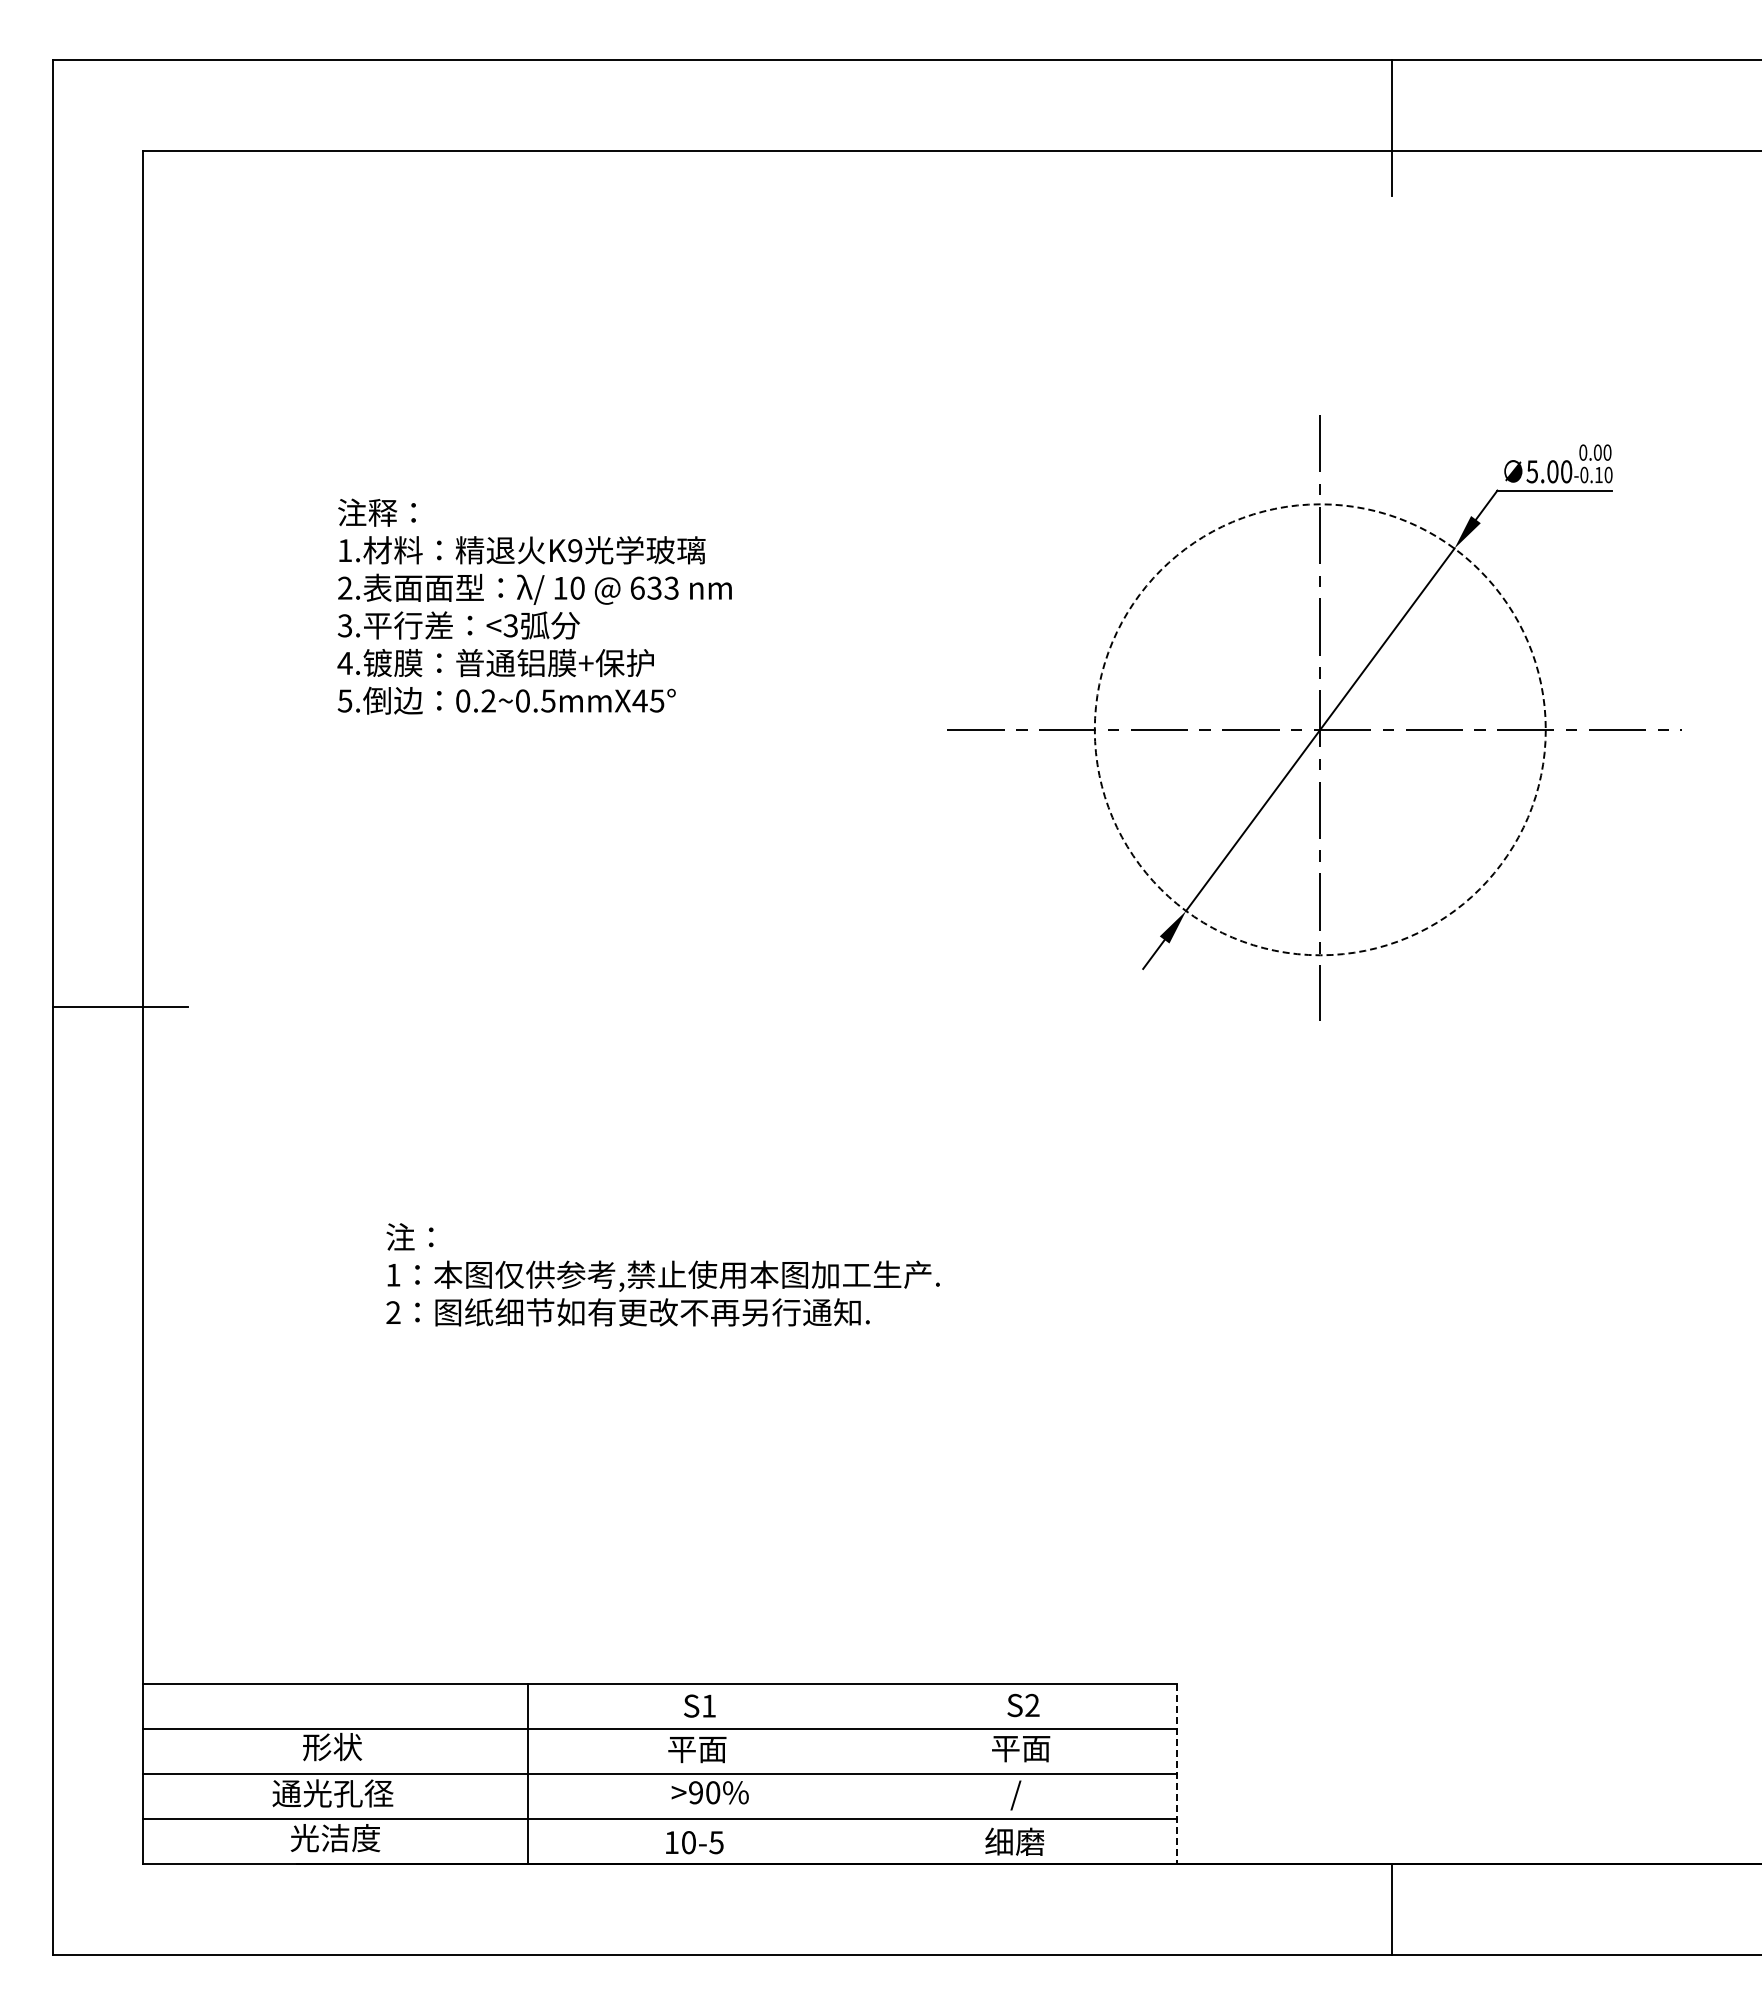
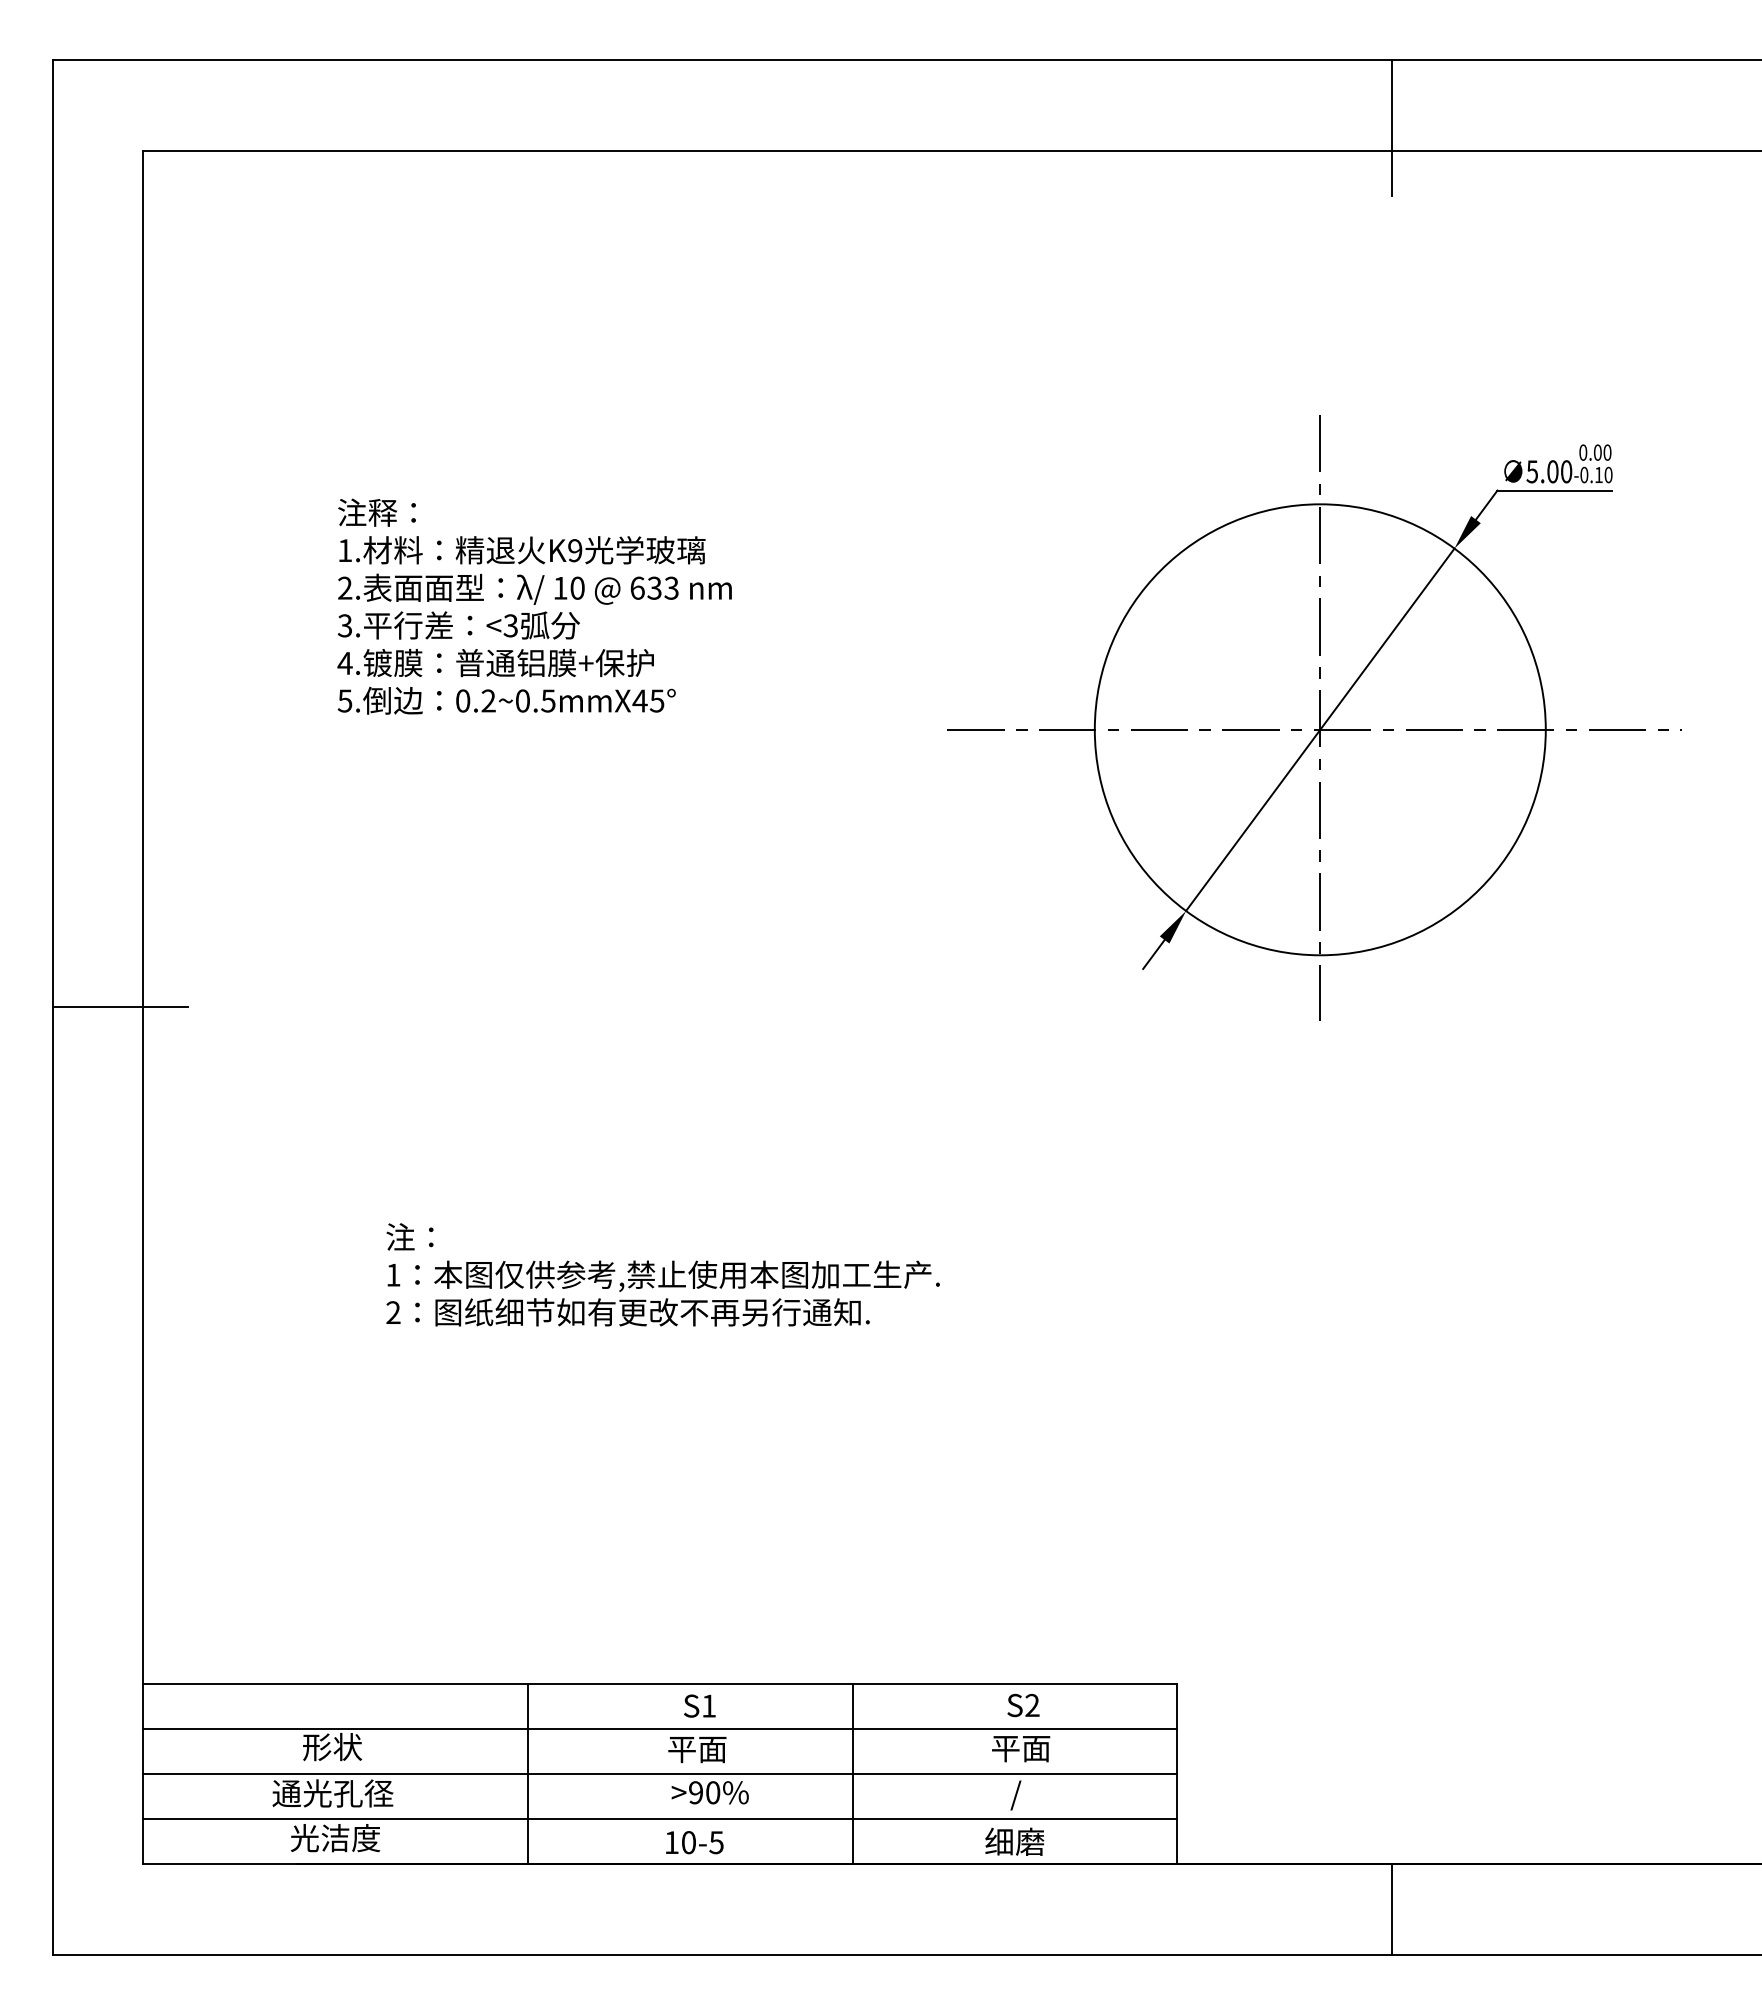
circle at (1319, 729): dashed -> solid
line at (852, 1773): none -> present
line at (1177, 1774): dashed -> solid
